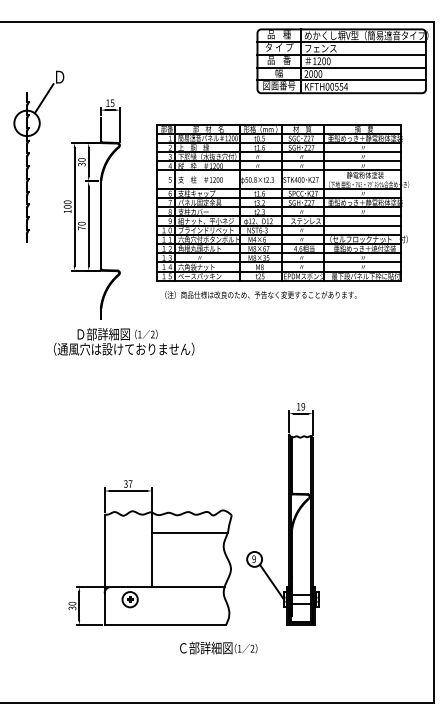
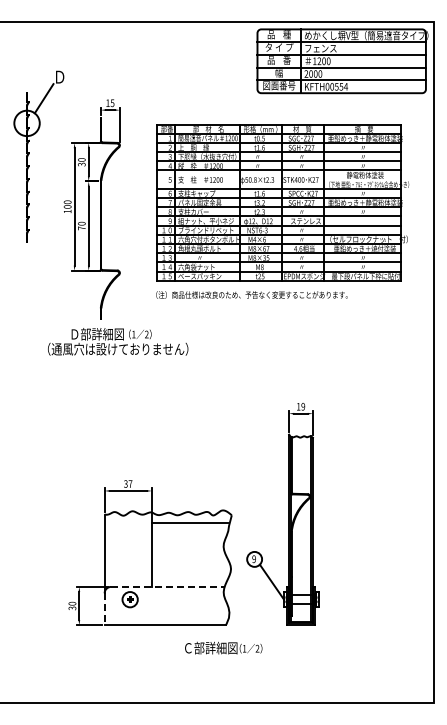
text at (260, 294) position: (260, 294) -> (251, 294)
text at (124, 341) position: (124, 341) -> (118, 341)
line at (189, 532) position: (189, 532) -> (189, 522)
line at (167, 586): solid -> dashed
line at (104, 609): solid -> dashed
text at (218, 647) position: (218, 647) -> (223, 647)
